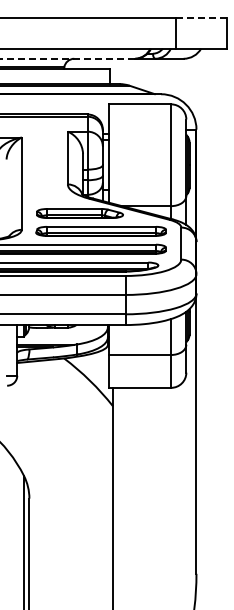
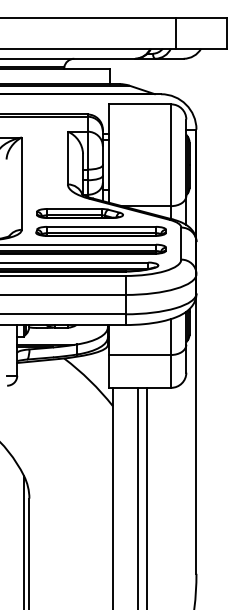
line at (202, 18): dashed -> solid
line at (67, 58): dashed -> solid
line at (138, 496): none -> present
line at (146, 496): none -> present
